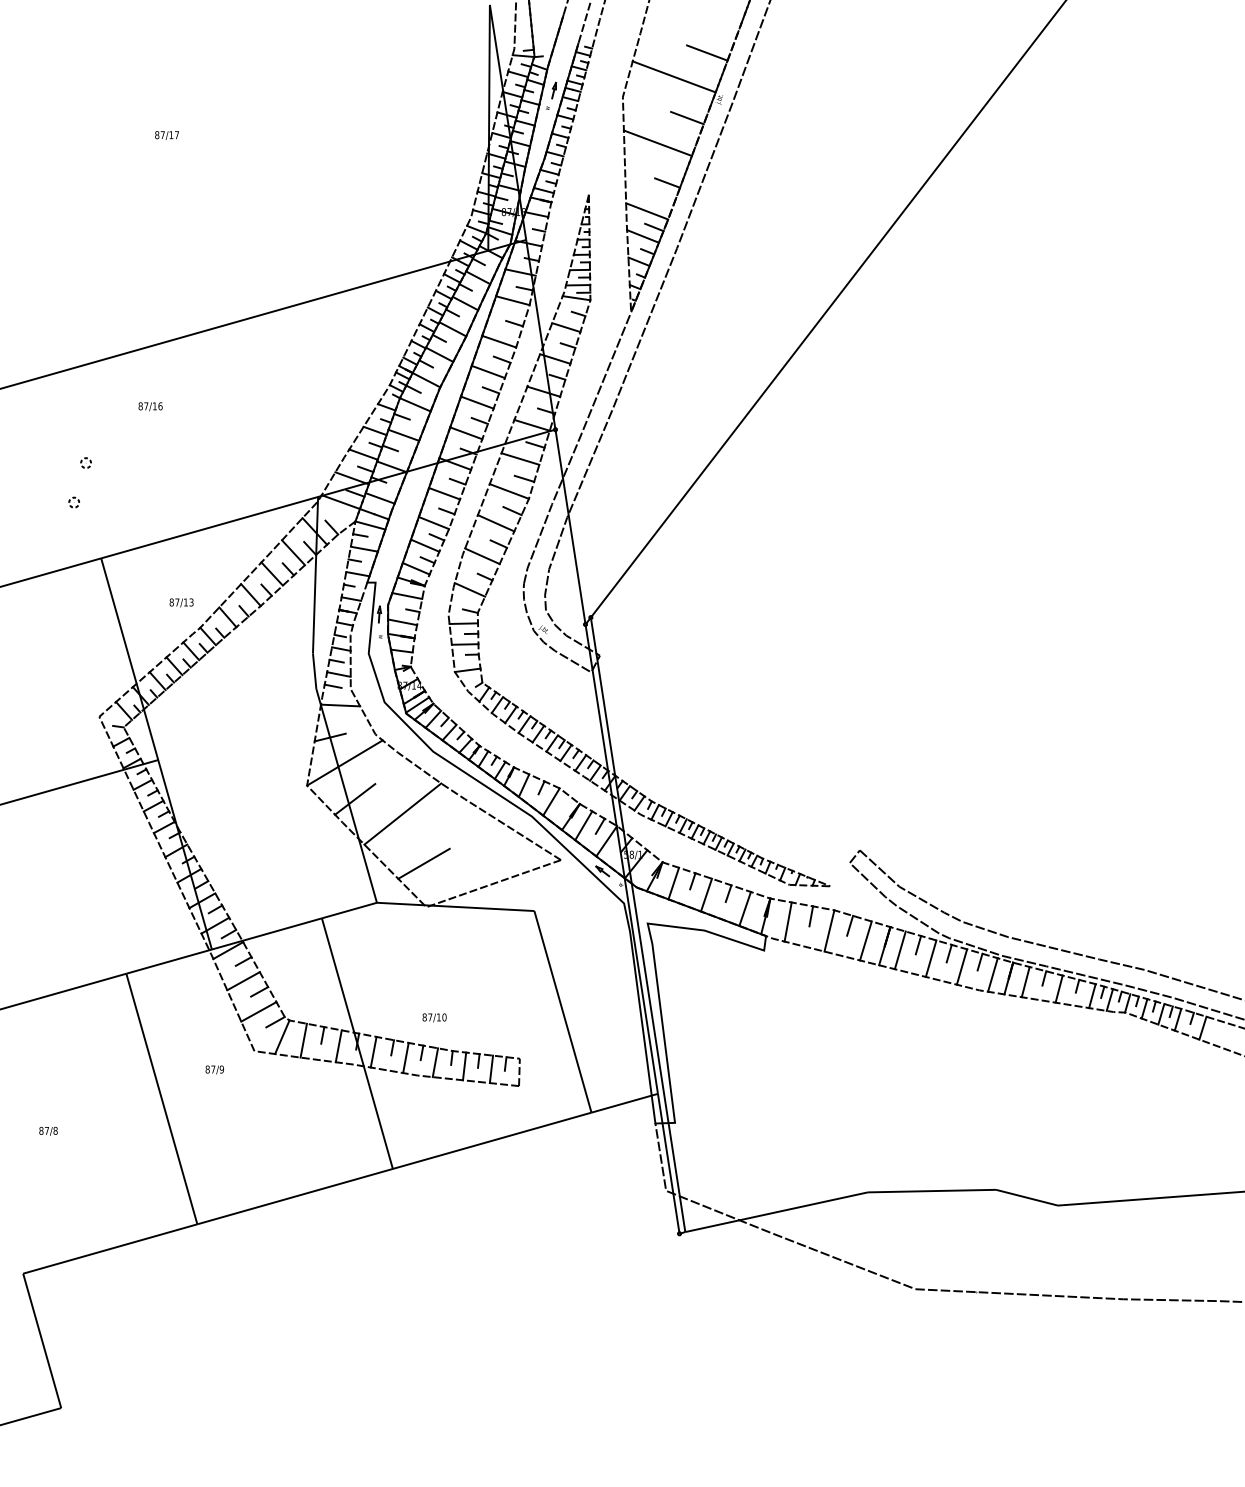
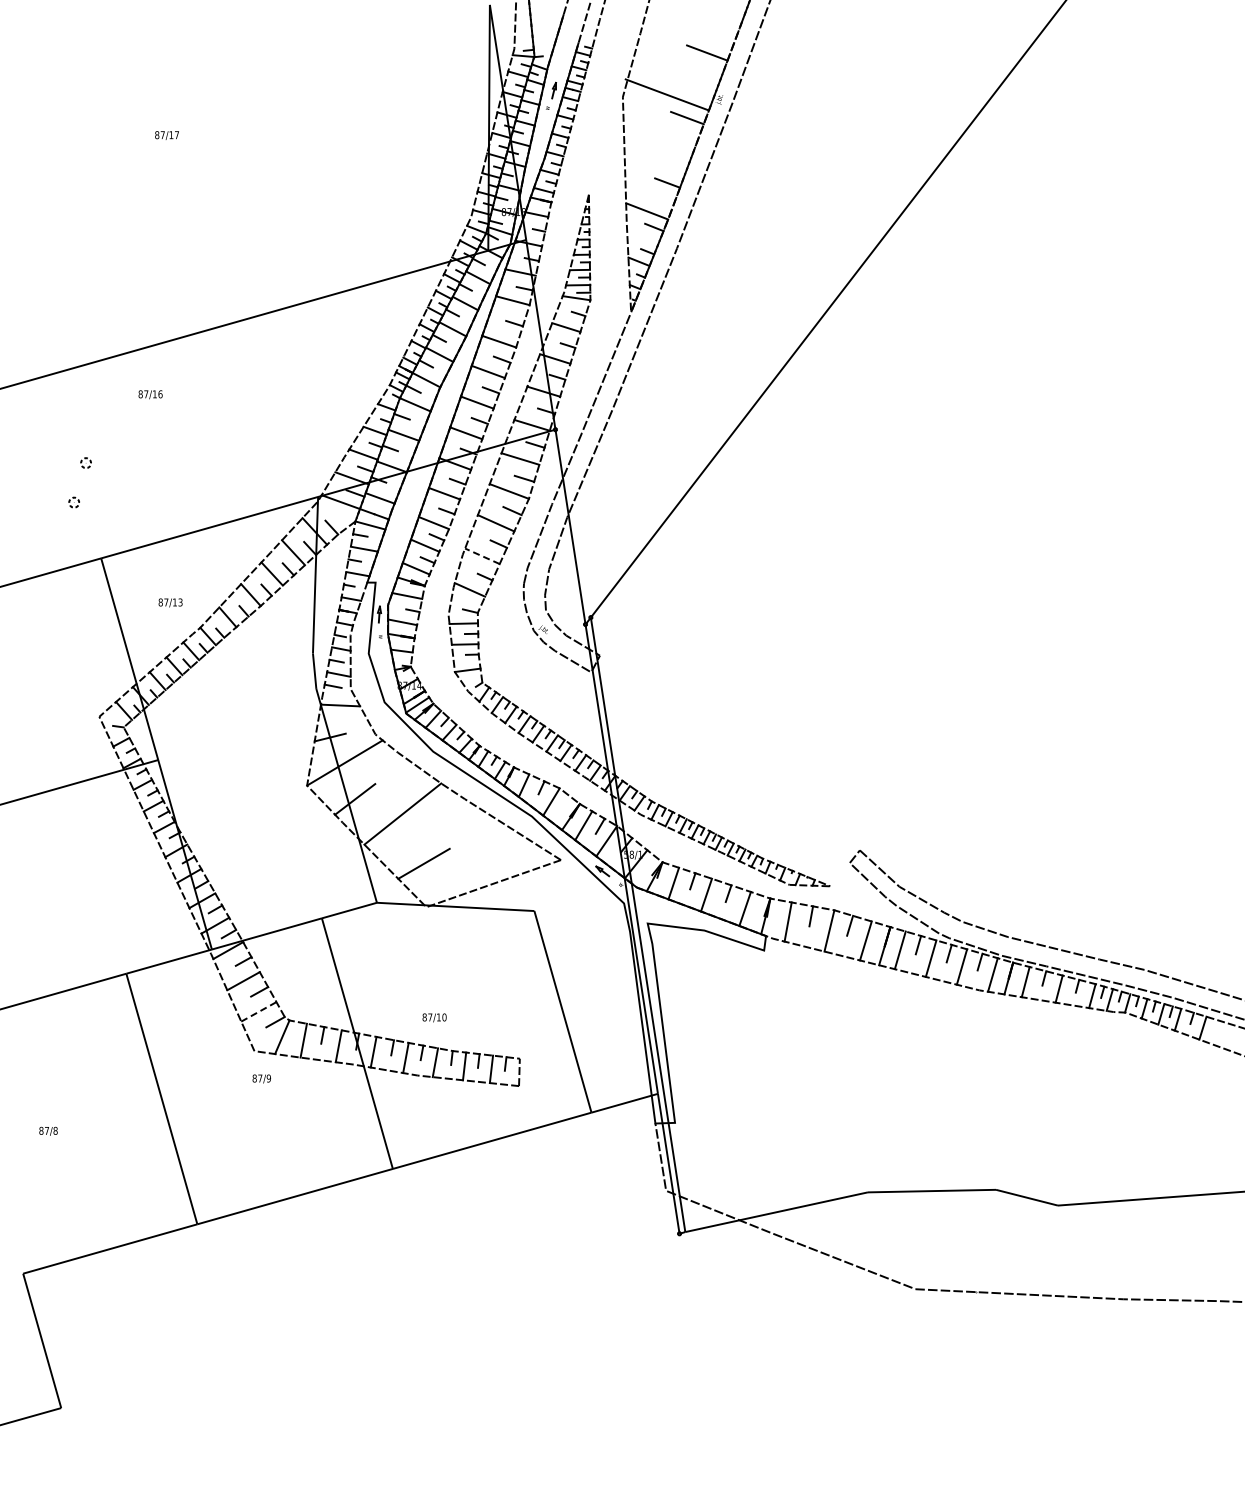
line at (673, 76) position: (673, 76) -> (666, 94)
line at (657, 142): present -> none
line at (642, 236): present -> none
text at (150, 406) position: (150, 406) -> (150, 394)
line at (482, 556): solid -> dashed
text at (181, 602) position: (181, 602) -> (170, 602)
line at (259, 1011): solid -> dashed
text at (214, 1069) position: (214, 1069) -> (261, 1078)
